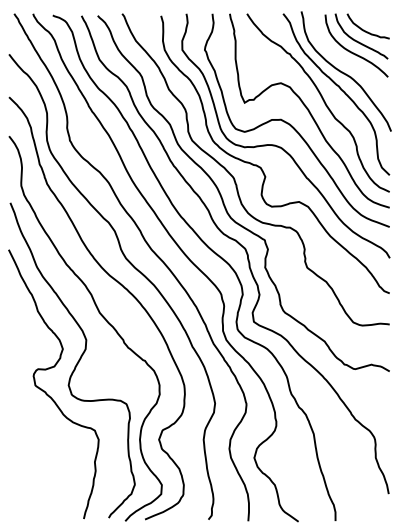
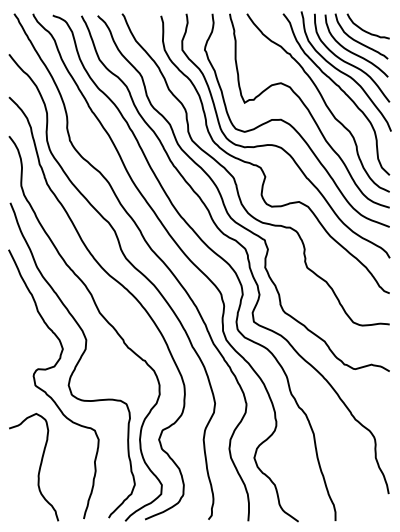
curve at (350, 63): none -> present
curve at (38, 469): none -> present
